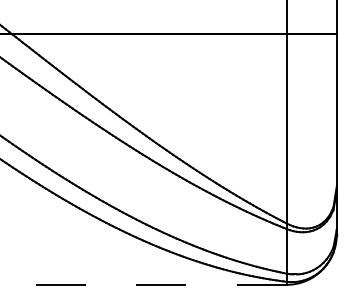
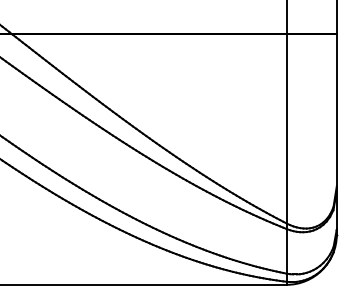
line at (143, 284): dashed -> solid
